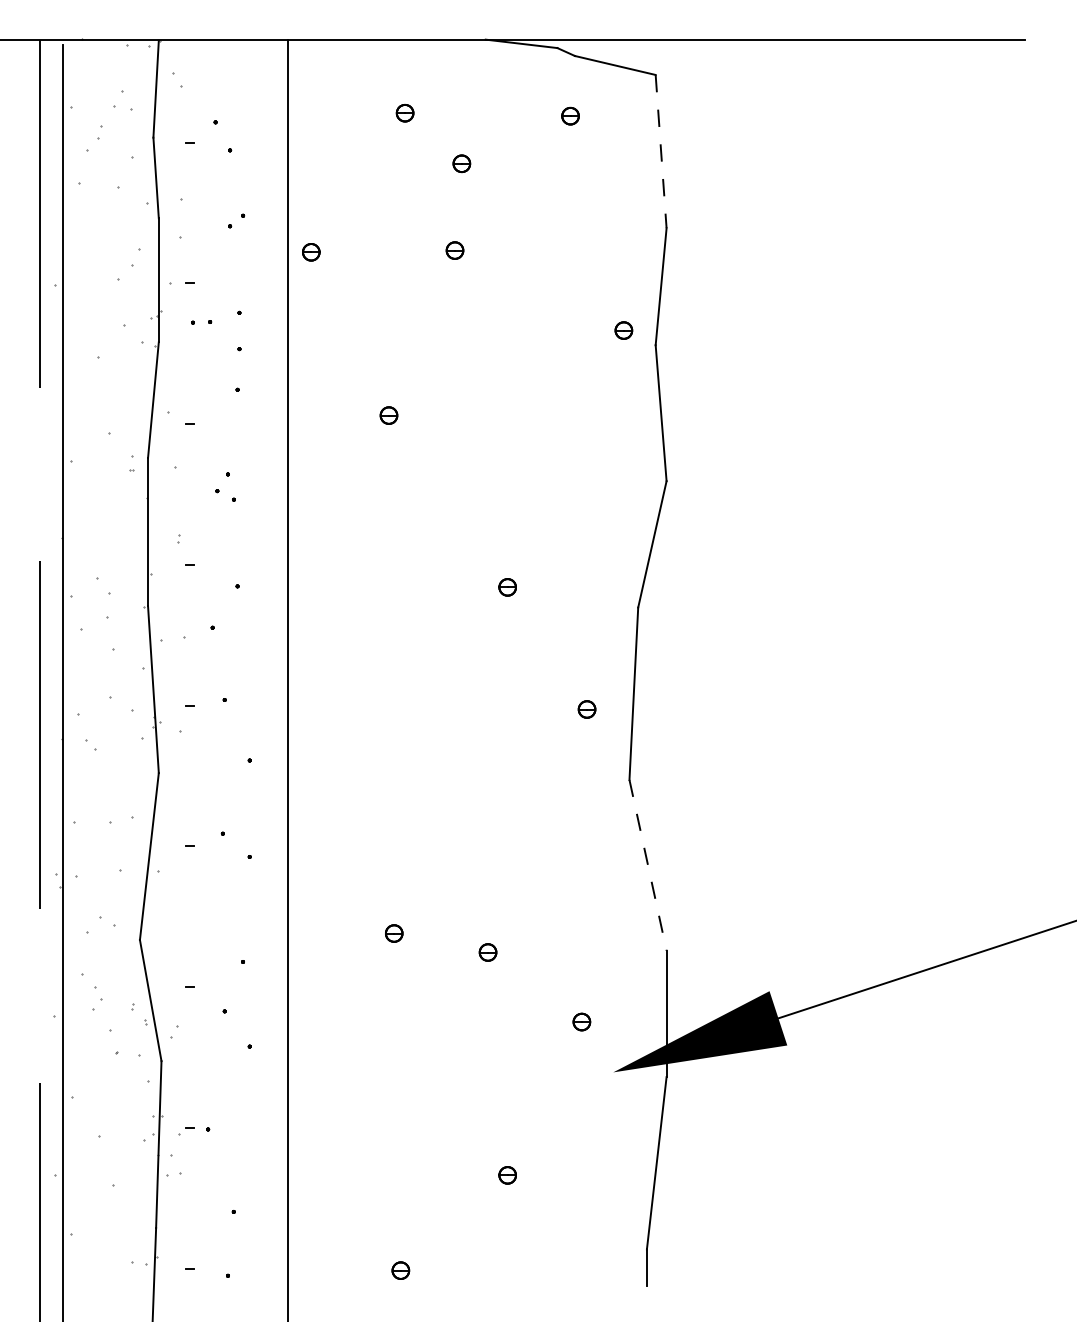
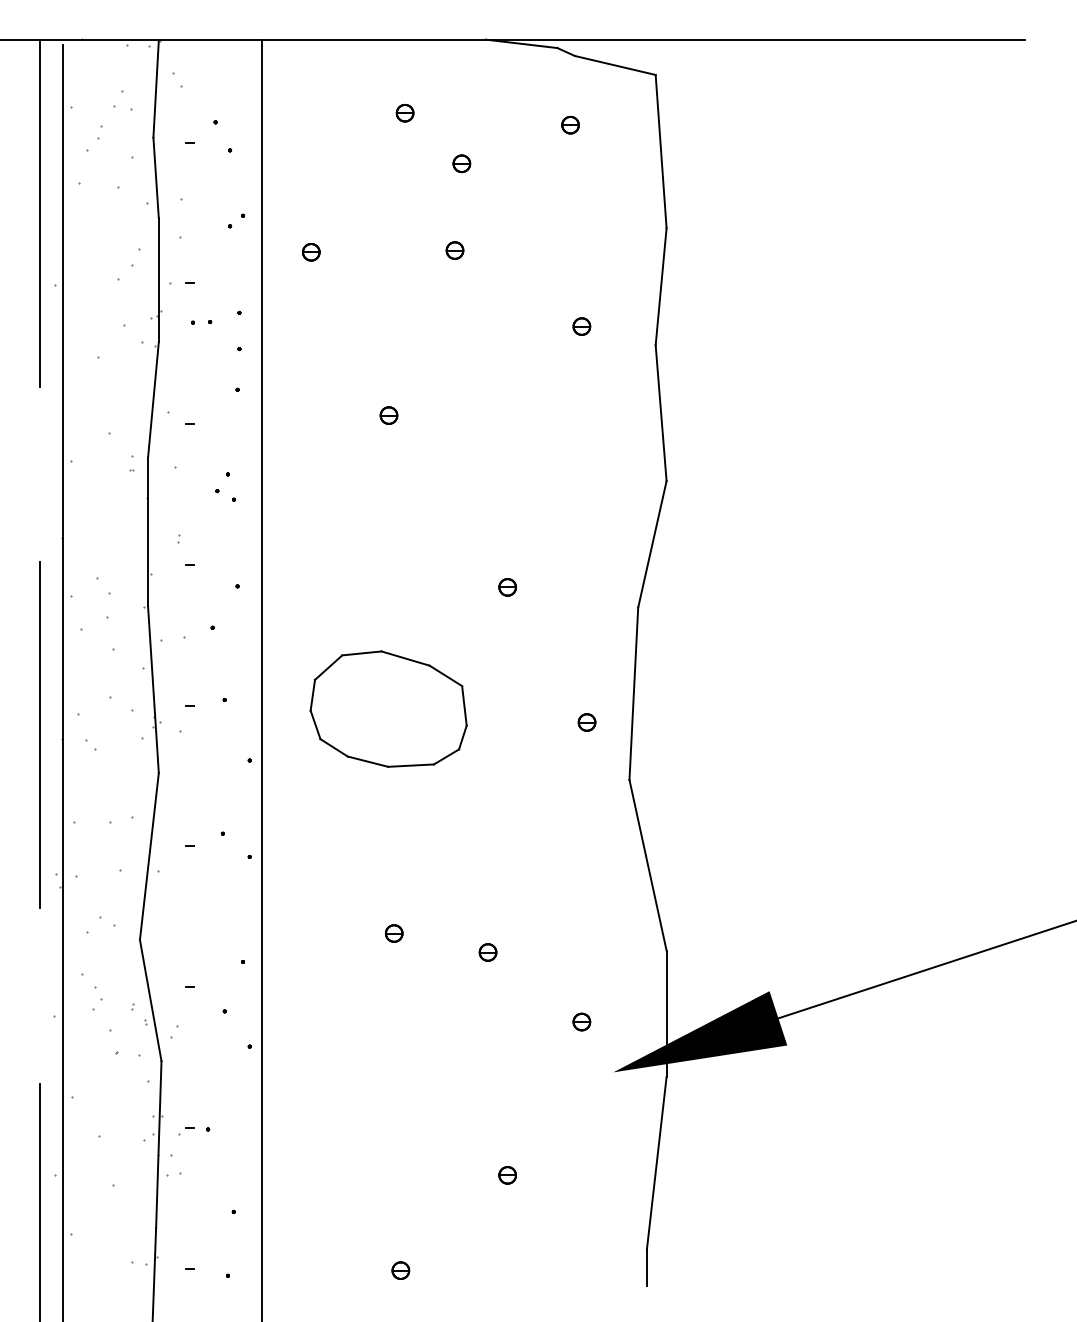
part at (570, 115) position: (570, 115) -> (570, 124)
line at (661, 151): dashed -> solid
part at (623, 330) position: (623, 330) -> (581, 326)
line at (287, 678) position: (287, 678) -> (261, 678)
part at (388, 708): none -> present
part at (586, 709) position: (586, 709) -> (586, 722)
line at (648, 865): dashed -> solid
